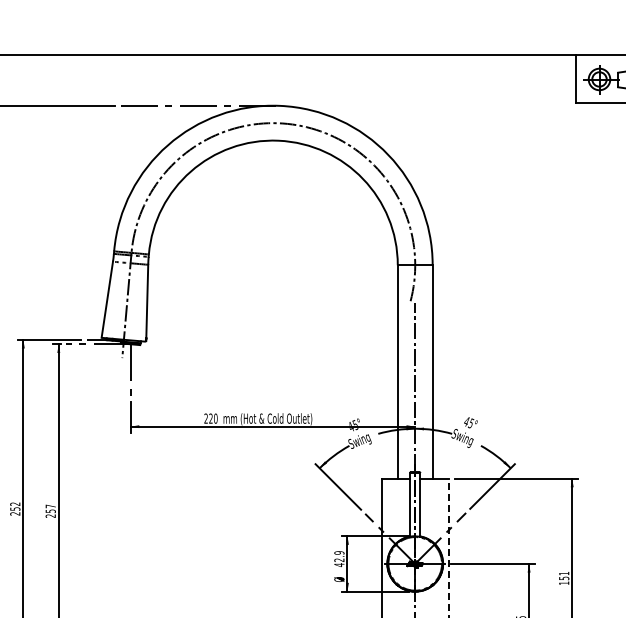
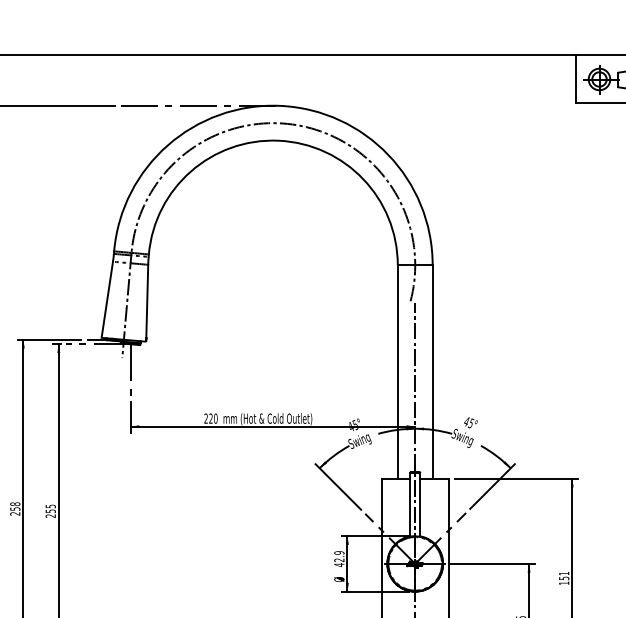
text at (15, 504): 252 -> 258
text at (50, 506): 257 -> 255
line at (448, 547): dashed -> solid
